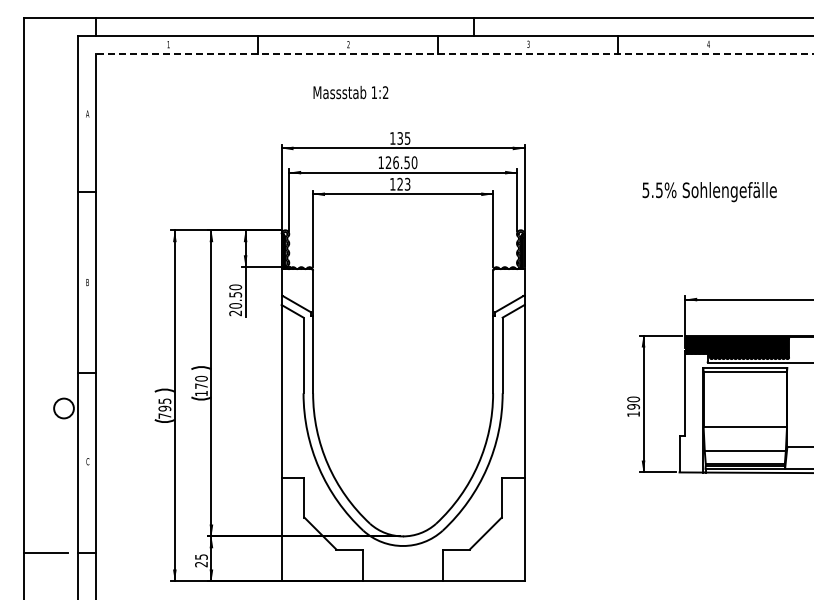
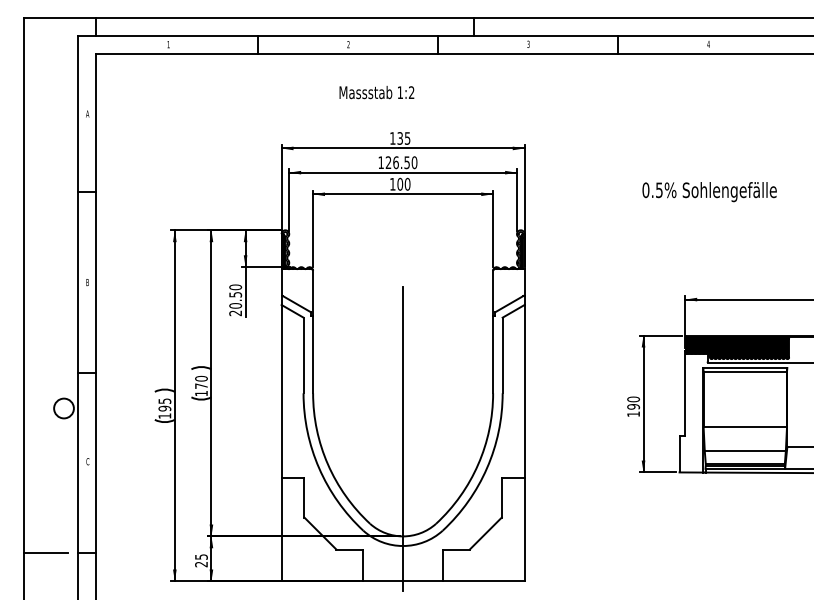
line at (455, 53): dashed -> solid
text at (350, 92) position: (350, 92) -> (376, 92)
text at (403, 184): 123 -> 100
text at (645, 190): 5.5% -> 0.5%
text at (164, 415): 795 -> 195
line at (403, 438): none -> present
